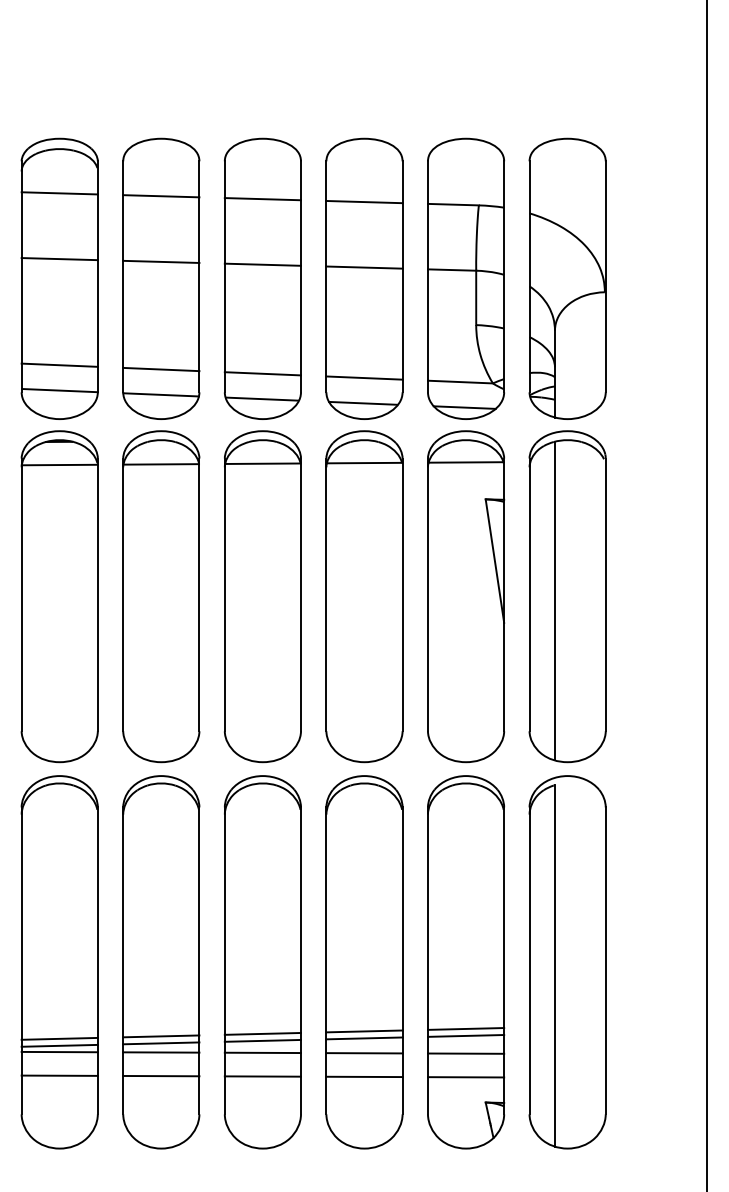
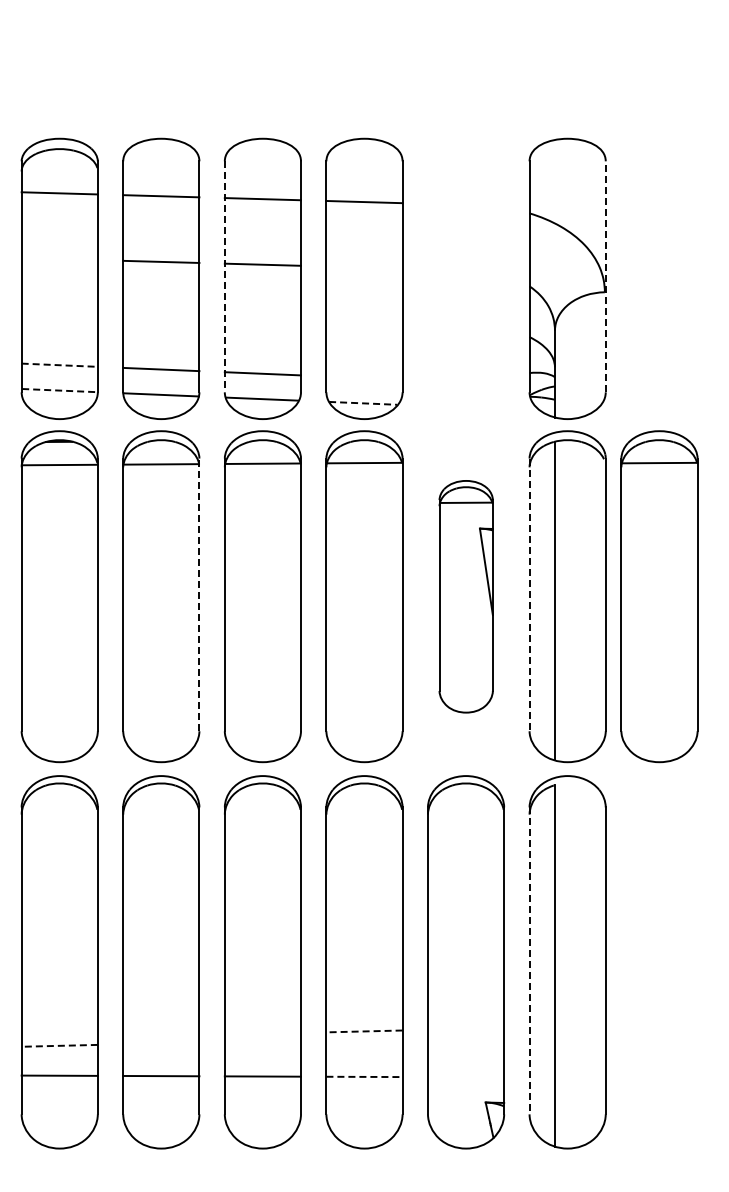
line at (59, 259): present -> none
line at (364, 267): present -> none
line at (605, 276): solid -> dashed
line at (224, 277): solid -> dashed
part at (465, 278): present -> none
line at (60, 365): solid -> dashed
line at (364, 377): present -> none
line at (60, 390): solid -> dashed
line at (363, 403): solid -> dashed
line at (199, 594): solid -> dashed
line at (529, 595): solid -> dashed
line at (707, 595): present -> none
part at (466, 596) size: 79x334 px -> 56x234 px
part at (659, 596): none -> present
line at (529, 961): solid -> dashed
line at (465, 1028): present -> none
line at (364, 1031): solid -> dashed
line at (262, 1033): present -> none
line at (465, 1035): present -> none
line at (161, 1036): present -> none
line at (59, 1038): present -> none
line at (364, 1038): present -> none
line at (262, 1040): present -> none
line at (161, 1043): present -> none
line at (59, 1045): solid -> dashed
line at (59, 1051): present -> none
line at (161, 1052): present -> none
line at (262, 1052): present -> none
line at (364, 1053): present -> none
line at (465, 1053): present -> none
line at (364, 1076): solid -> dashed
line at (465, 1077): present -> none
